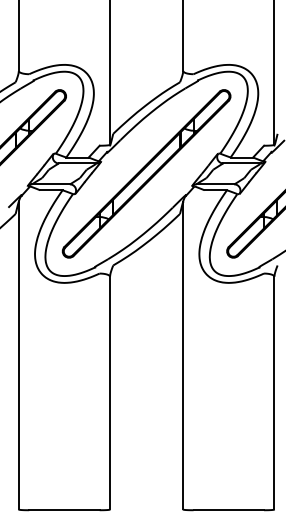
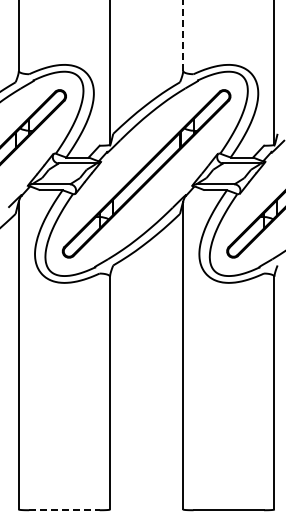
line at (183, 35): solid -> dashed
line at (64, 510): solid -> dashed
